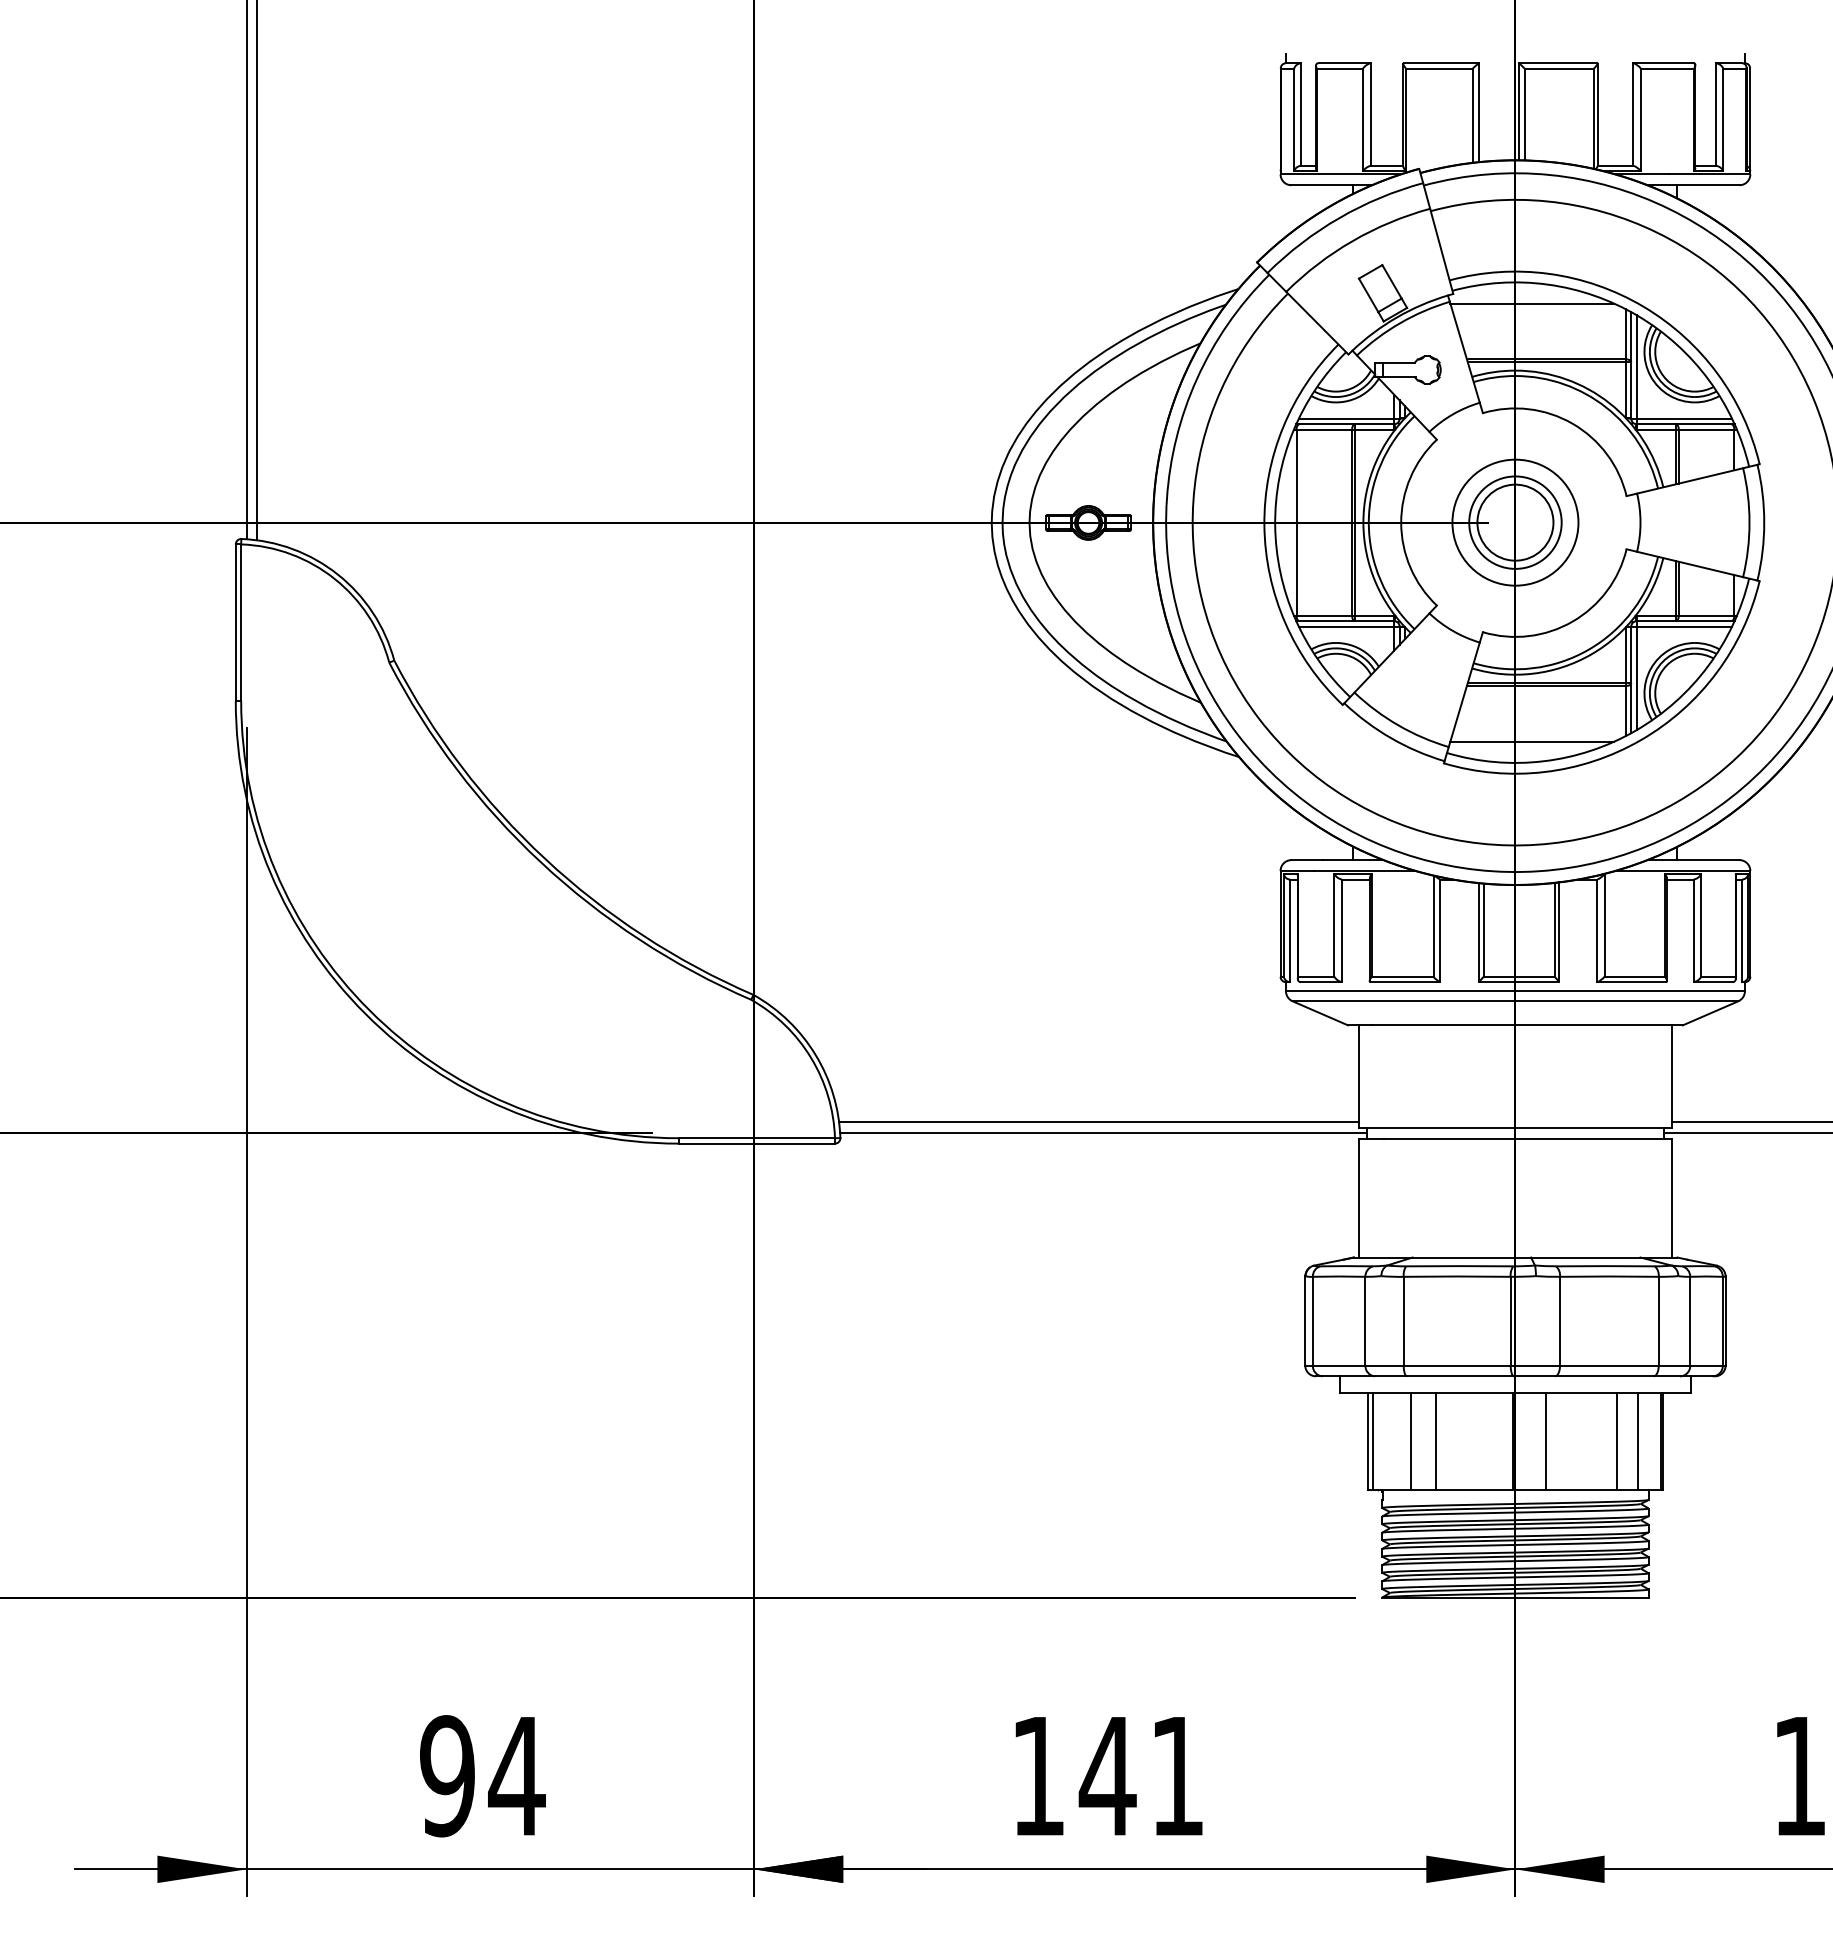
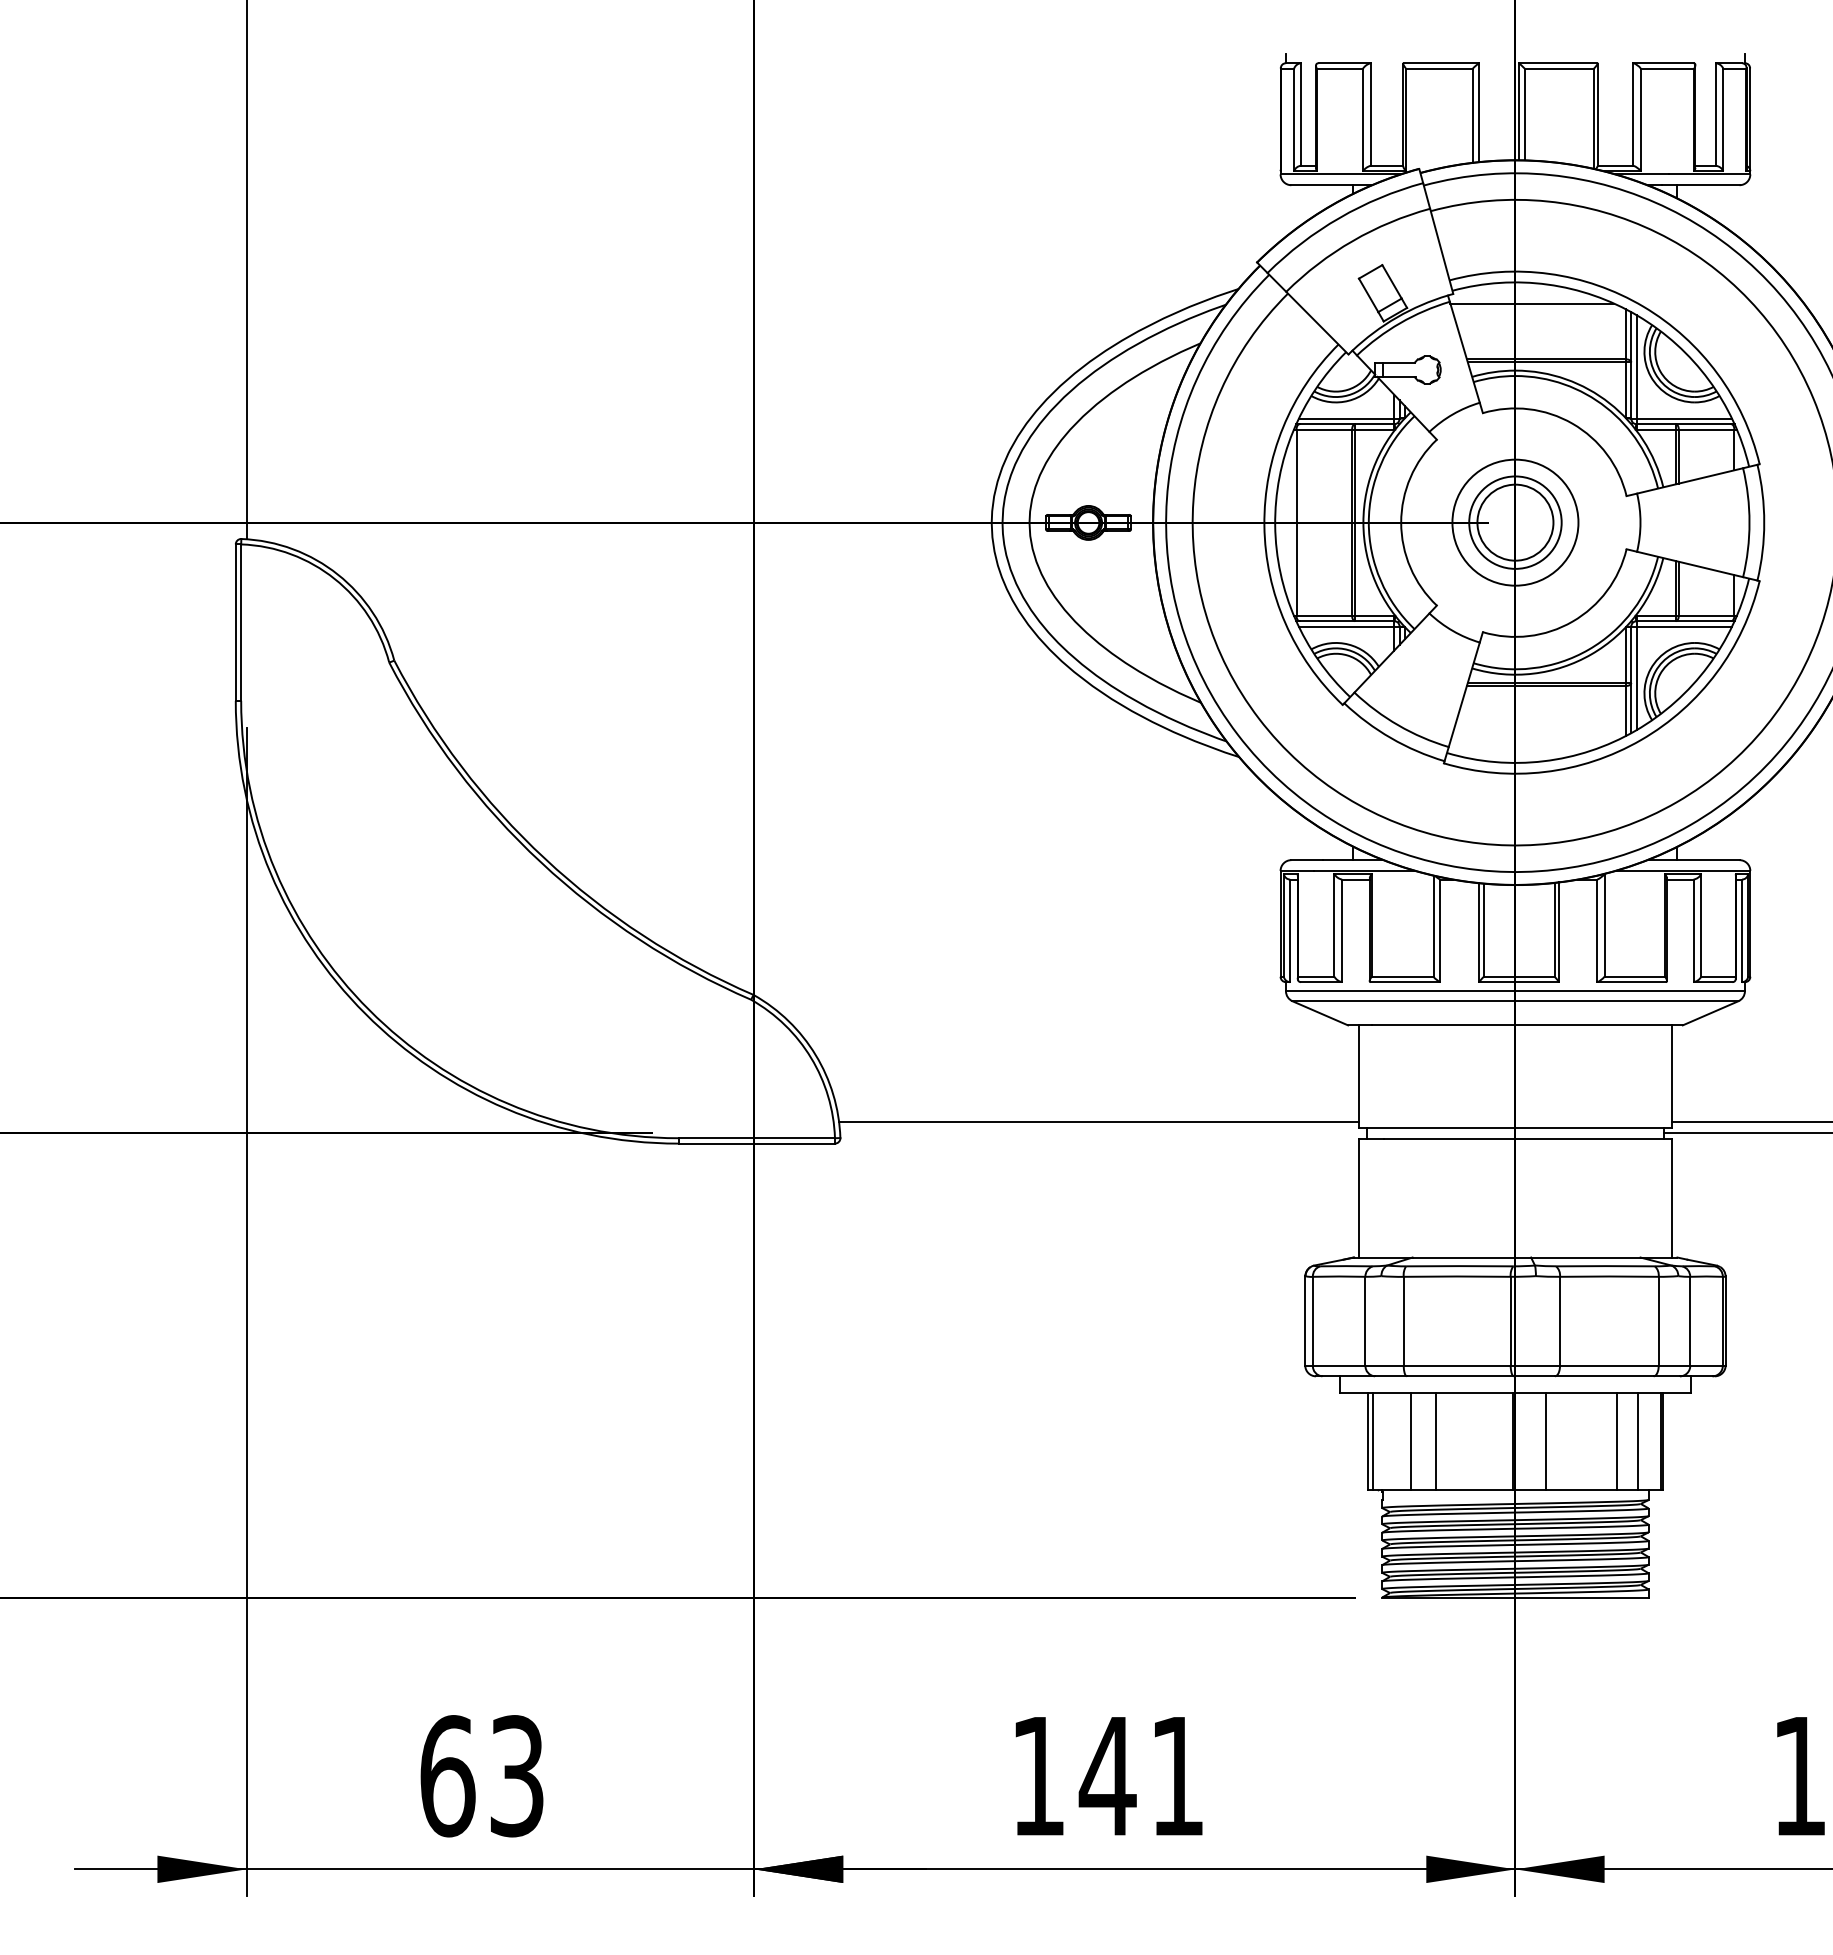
line at (257, 271): present -> none
line at (1532, 741): present -> none
line at (1103, 1132): present -> none
text at (482, 1776): 94 -> 63
